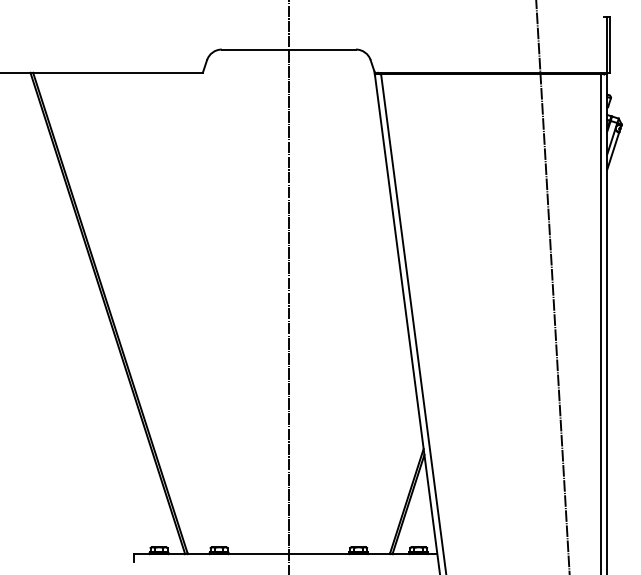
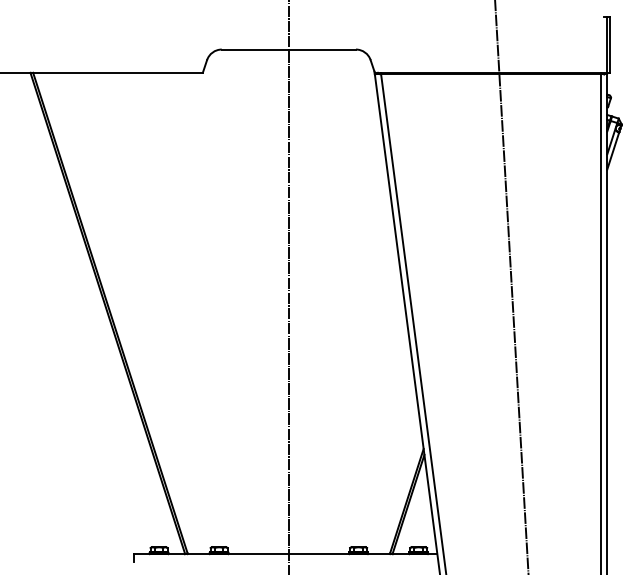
line at (552, 286) position: (552, 286) -> (511, 286)
